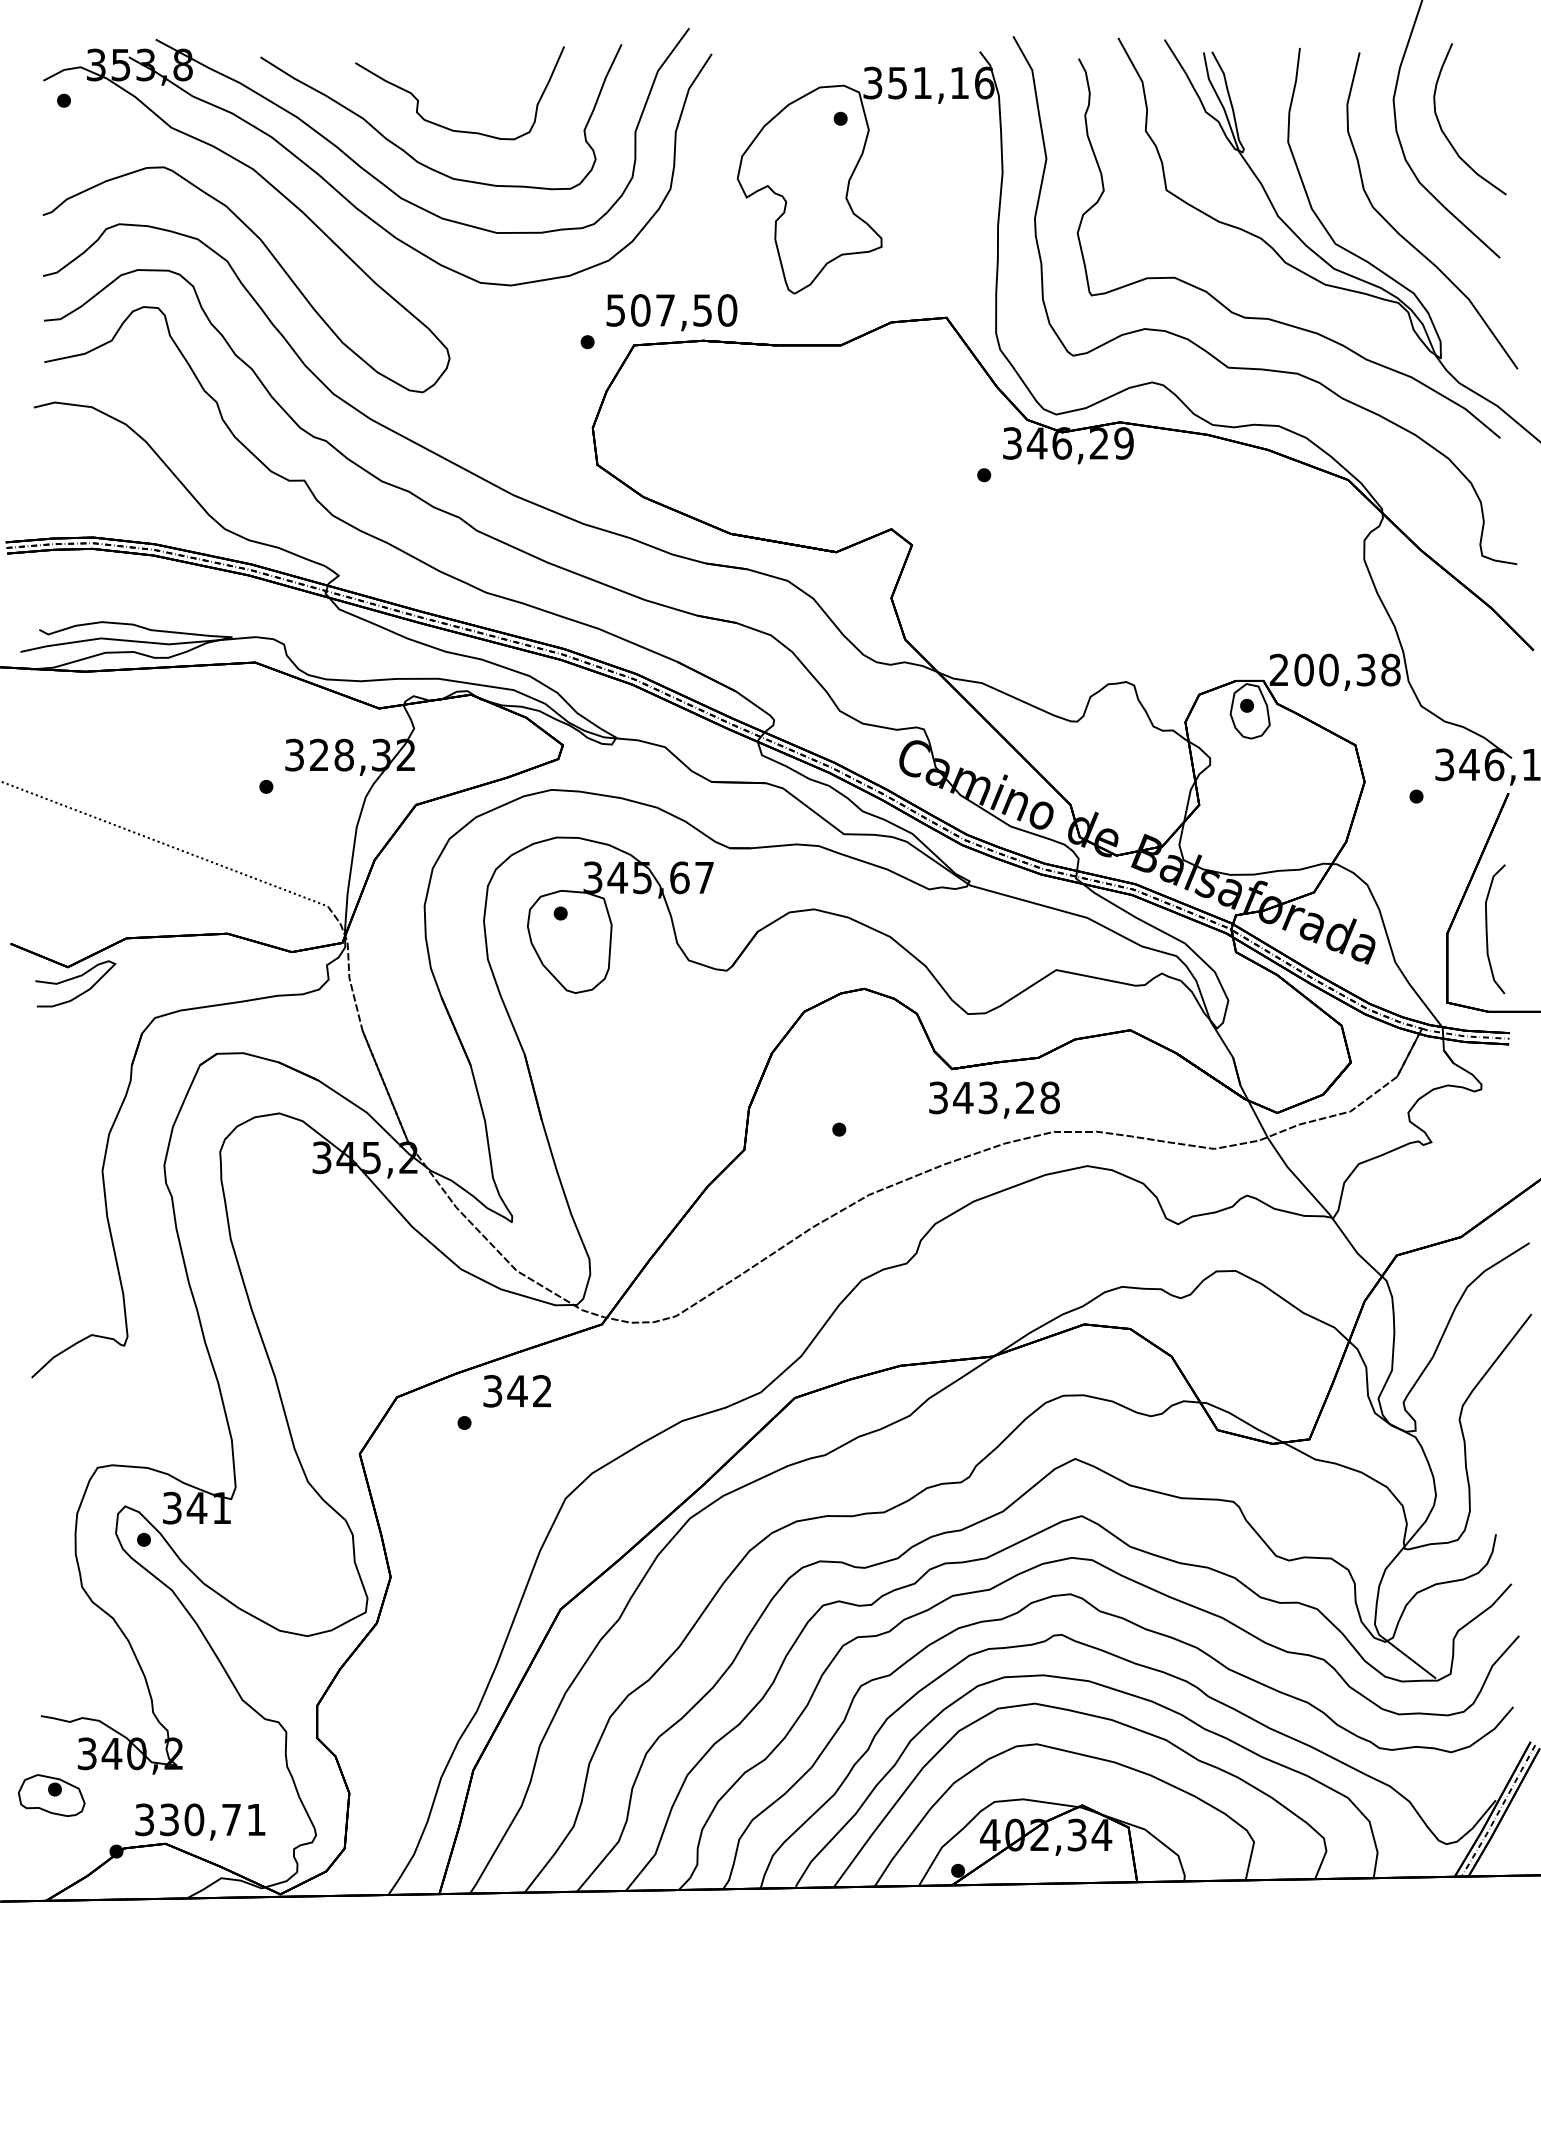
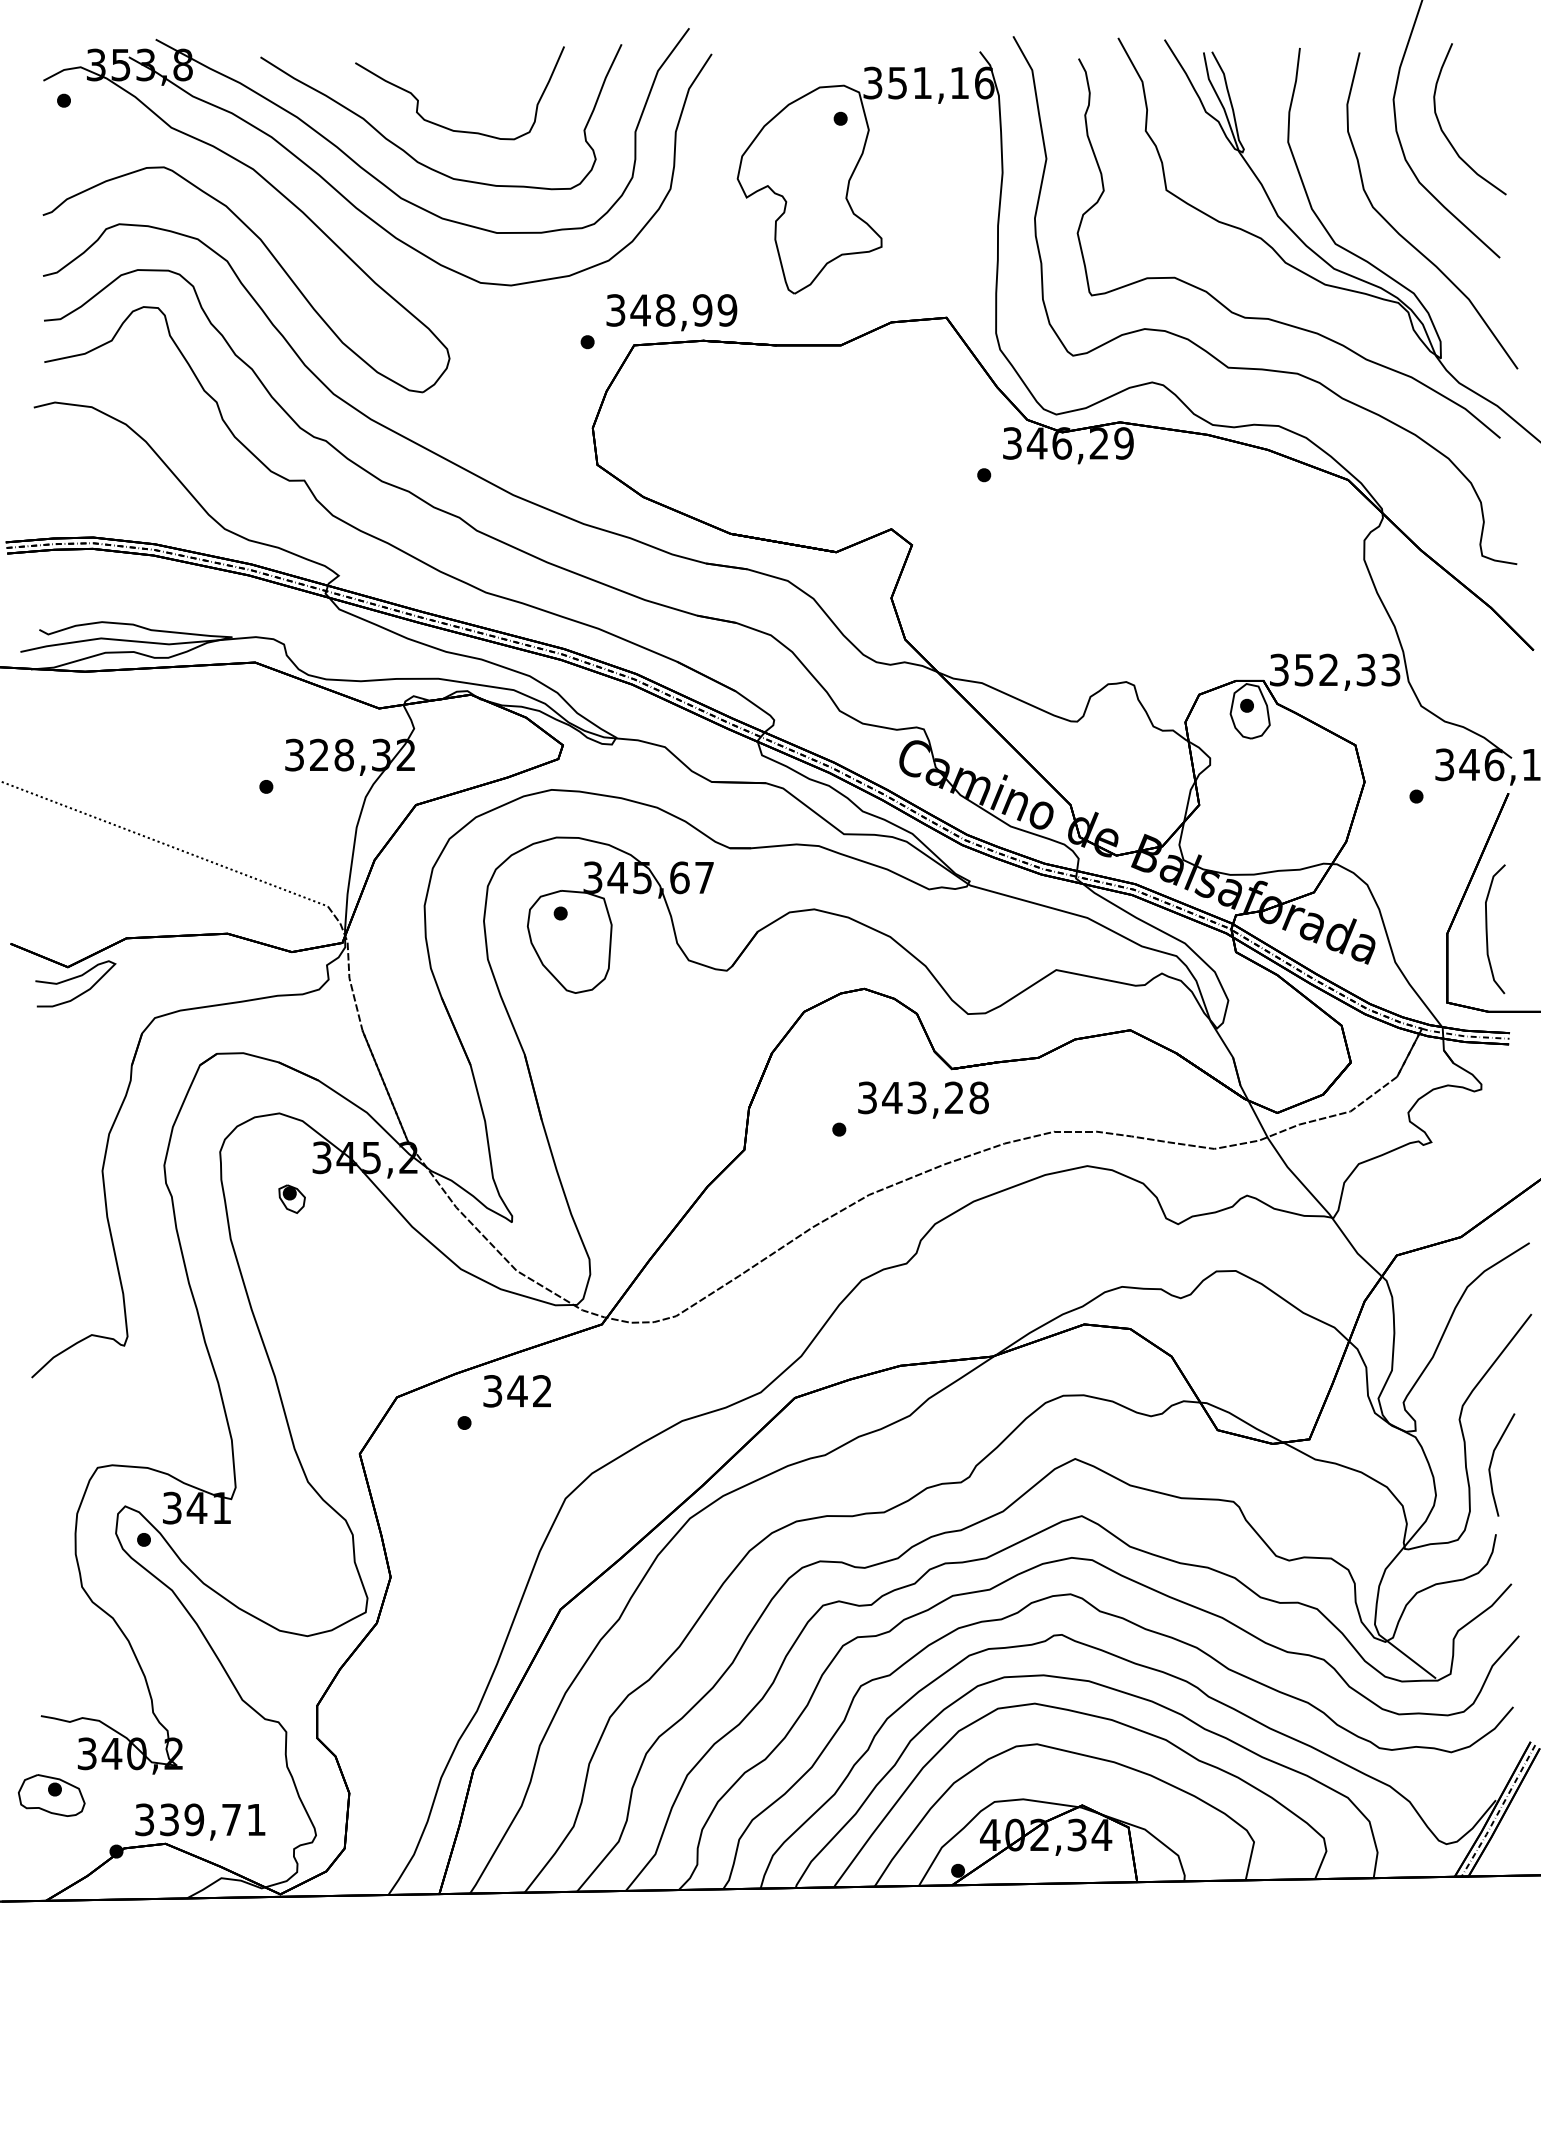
text at (672, 310): 507,50 -> 348,99
text at (1334, 669): 200,38 -> 352,33
text at (994, 1099) position: (994, 1099) -> (923, 1099)
part at (291, 1198): none -> present
line at (1492, 1461): none -> present
text at (194, 1819): 330,71 -> 339,71
